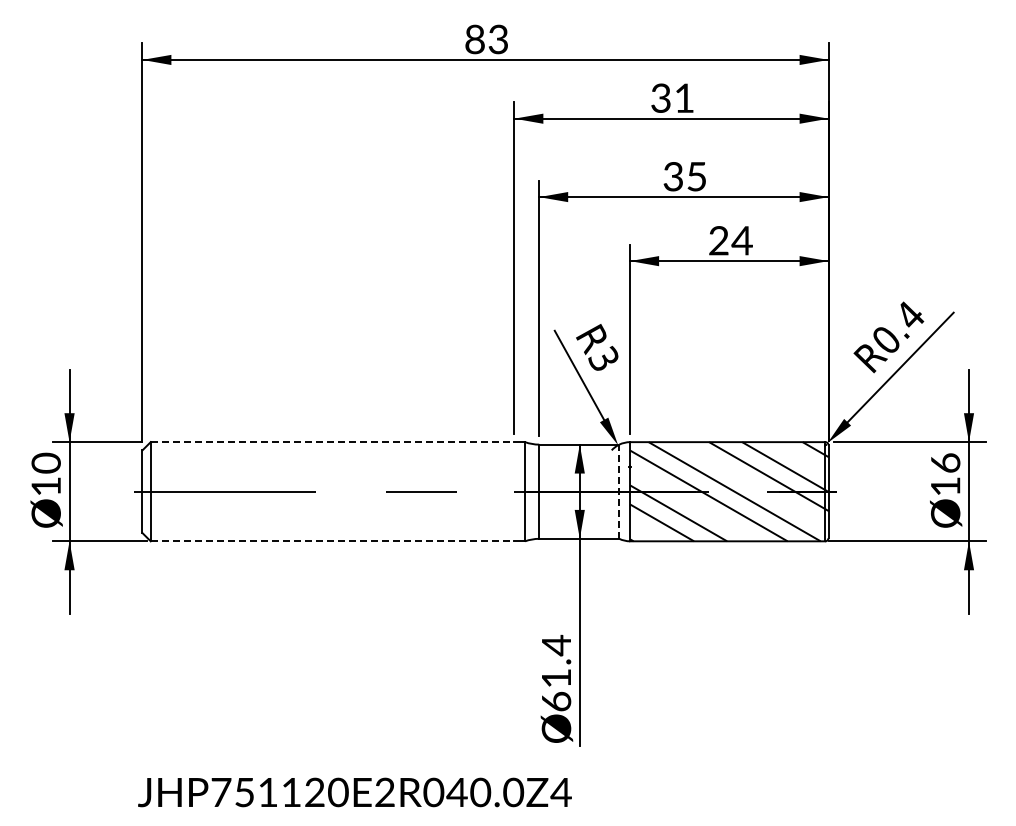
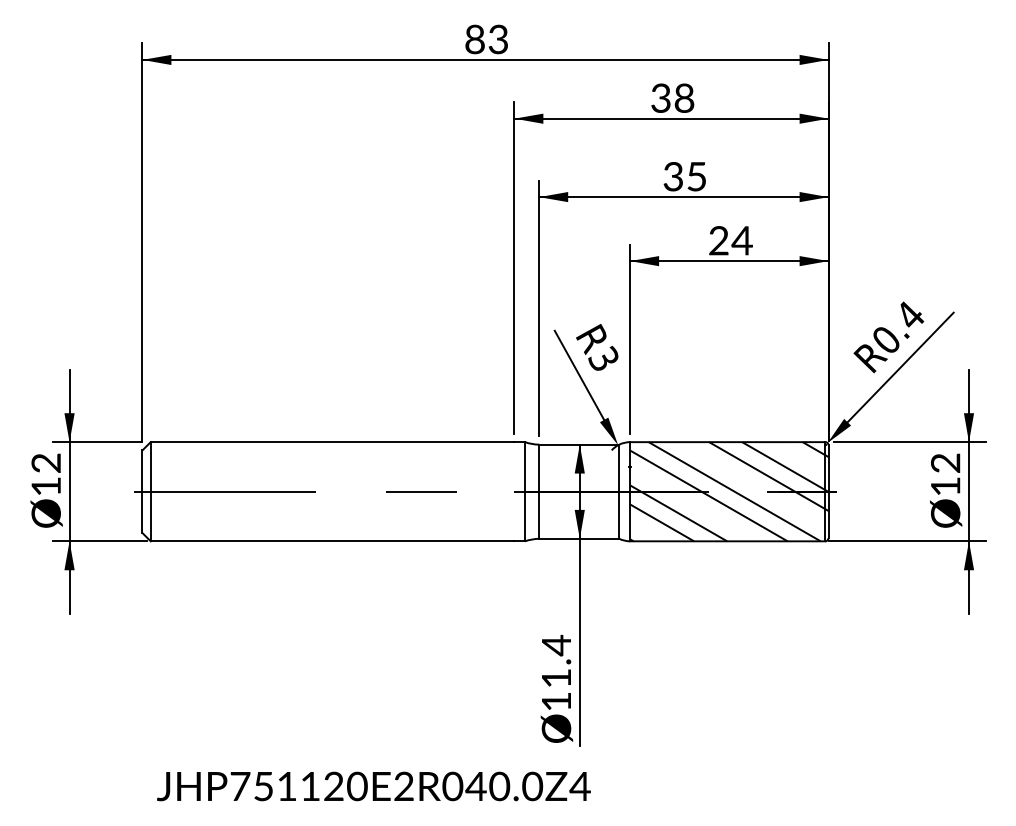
text at (684, 97): 31 -> 38
line at (332, 442): dashed -> solid
text at (45, 462): 10 -> 12
text at (945, 462): 16 -> 12
line at (619, 491): dashed -> solid
line at (332, 541): dashed -> solid
text at (556, 701): 61.4 -> 11.4
text at (354, 792) position: (354, 792) -> (373, 786)
